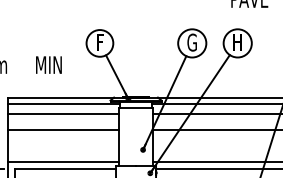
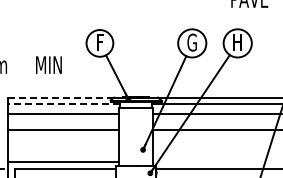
line at (61, 97): solid -> dashed
line at (63, 104): solid -> dashed
line at (216, 162): present -> none
